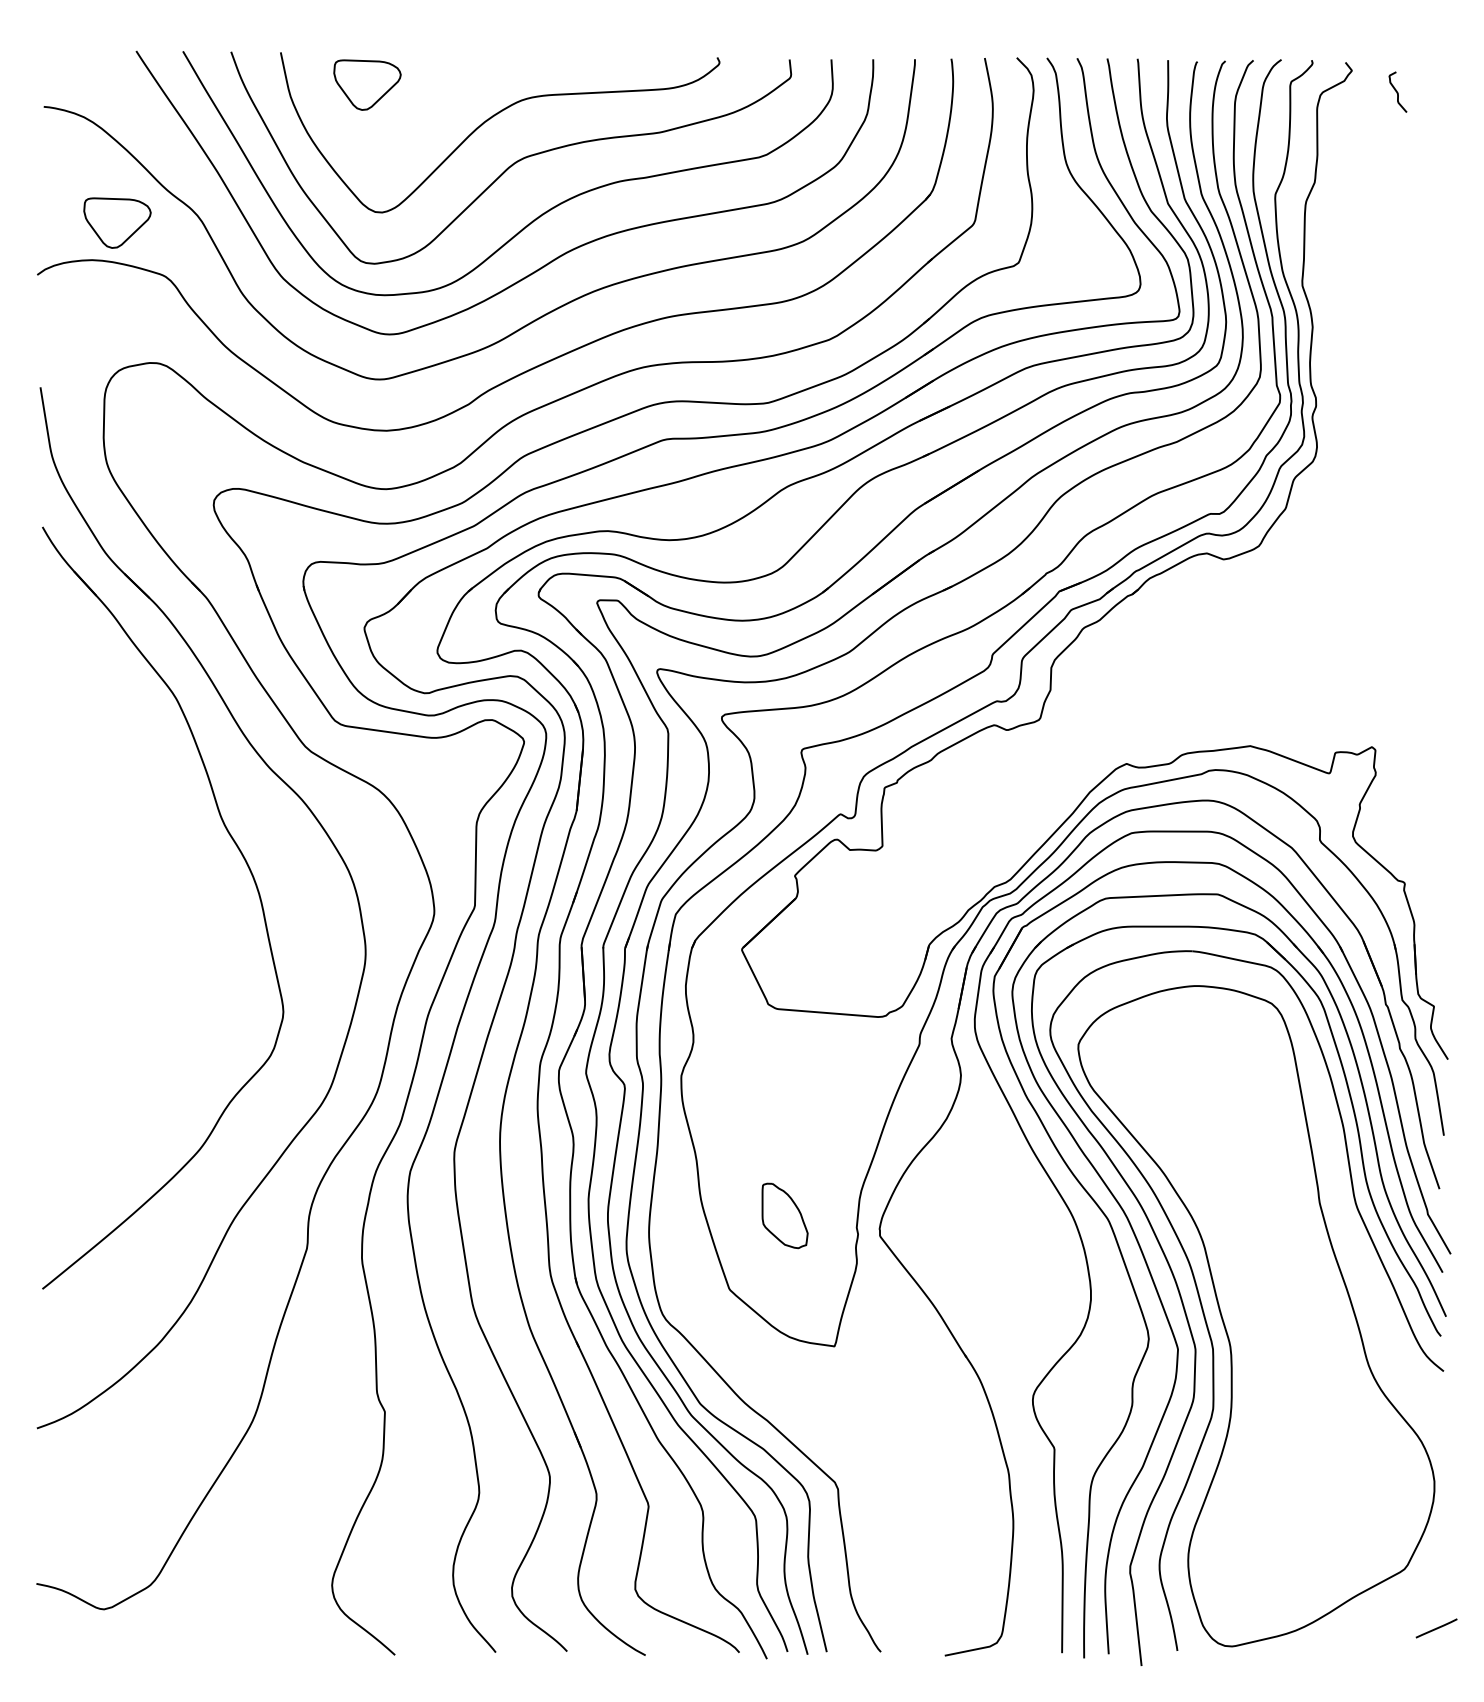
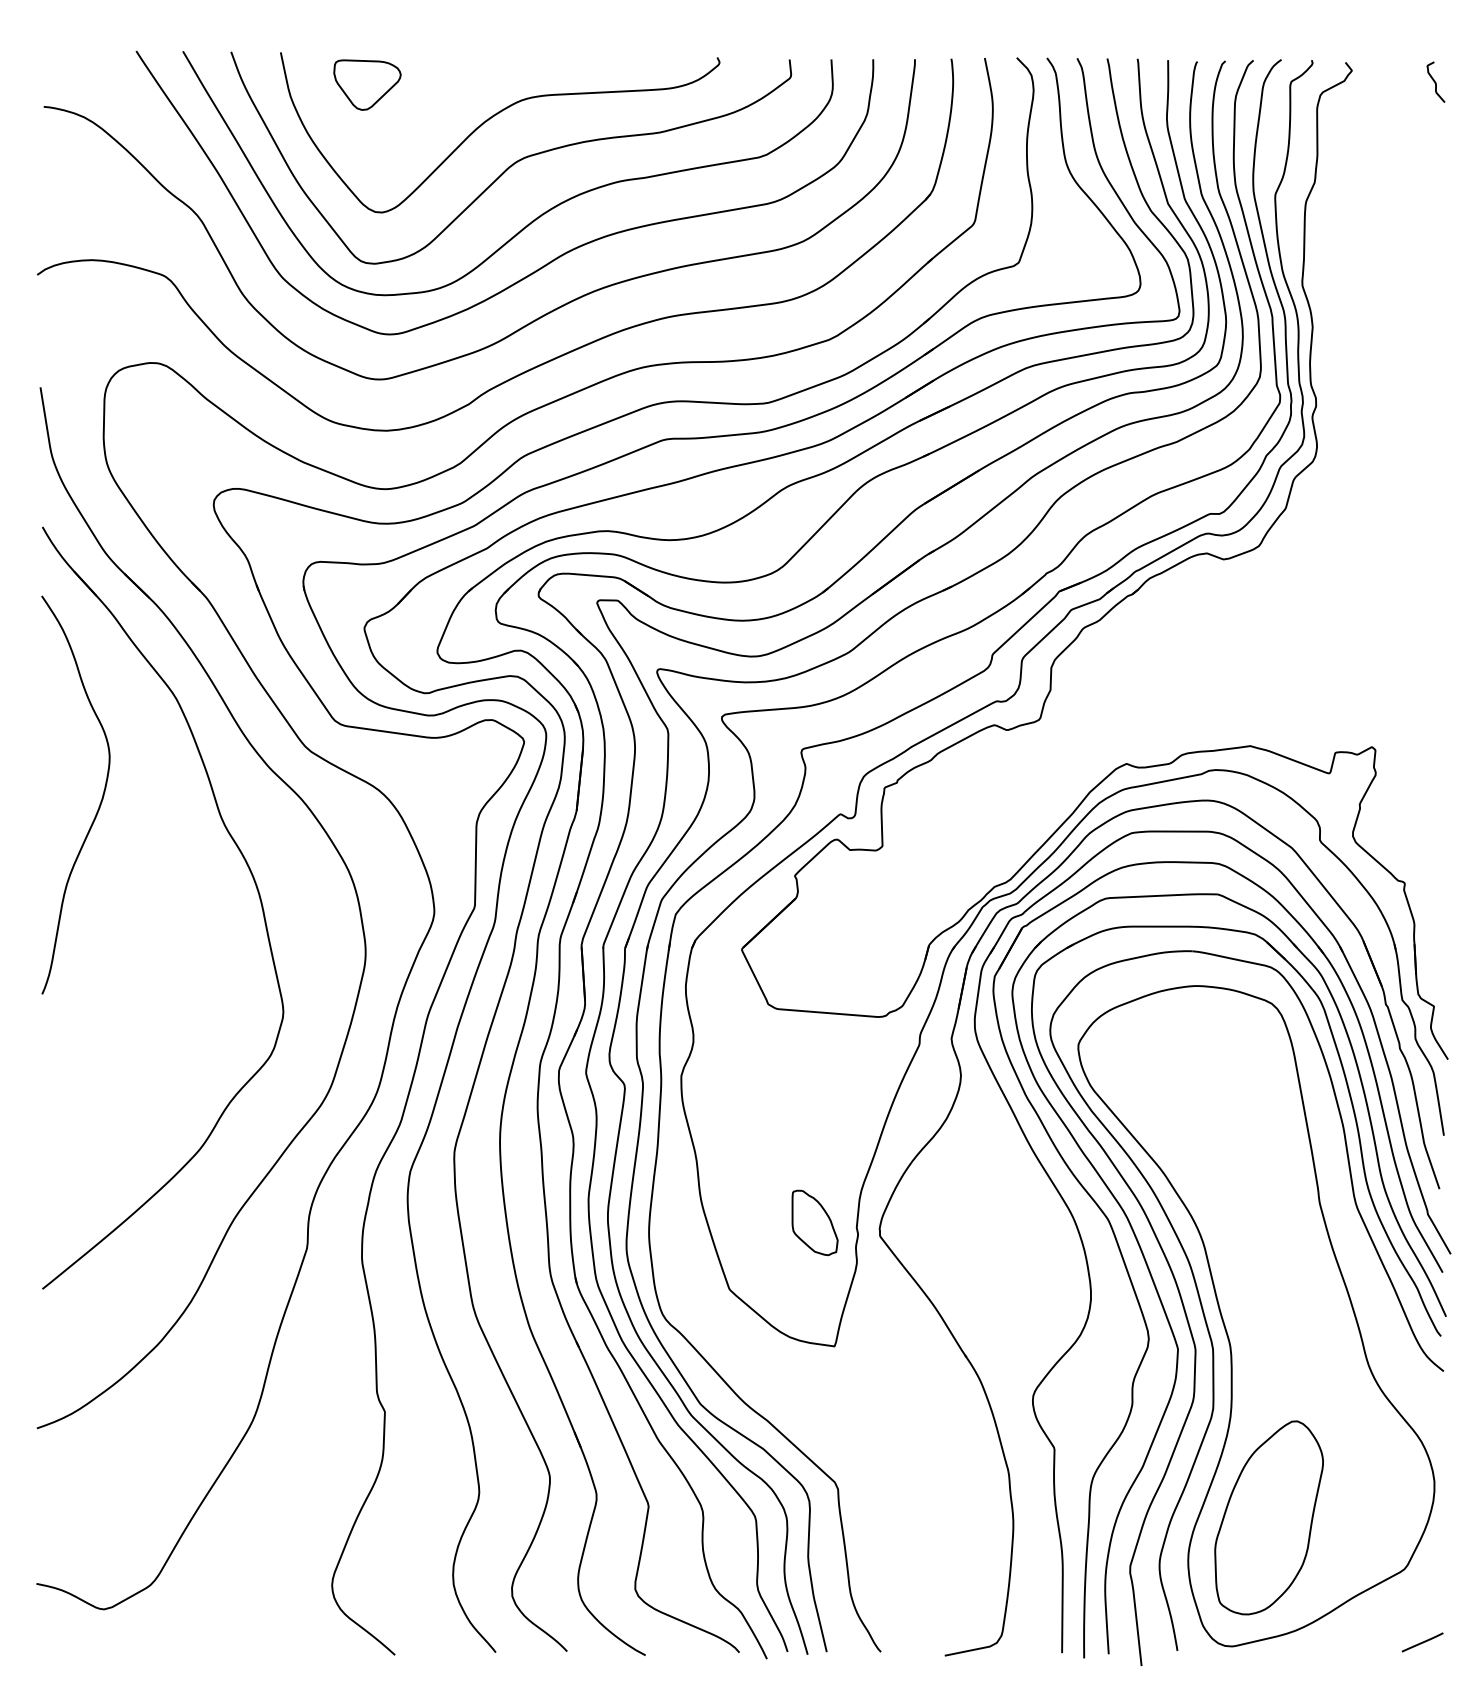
curve at (1397, 91) position: (1397, 91) -> (1435, 81)
part at (117, 222): present -> none
curve at (98, 806): none -> present
part at (784, 1215) position: (784, 1215) -> (814, 1222)
part at (1268, 1517): none -> present
line at (1436, 1628) position: (1436, 1628) -> (1422, 1642)
